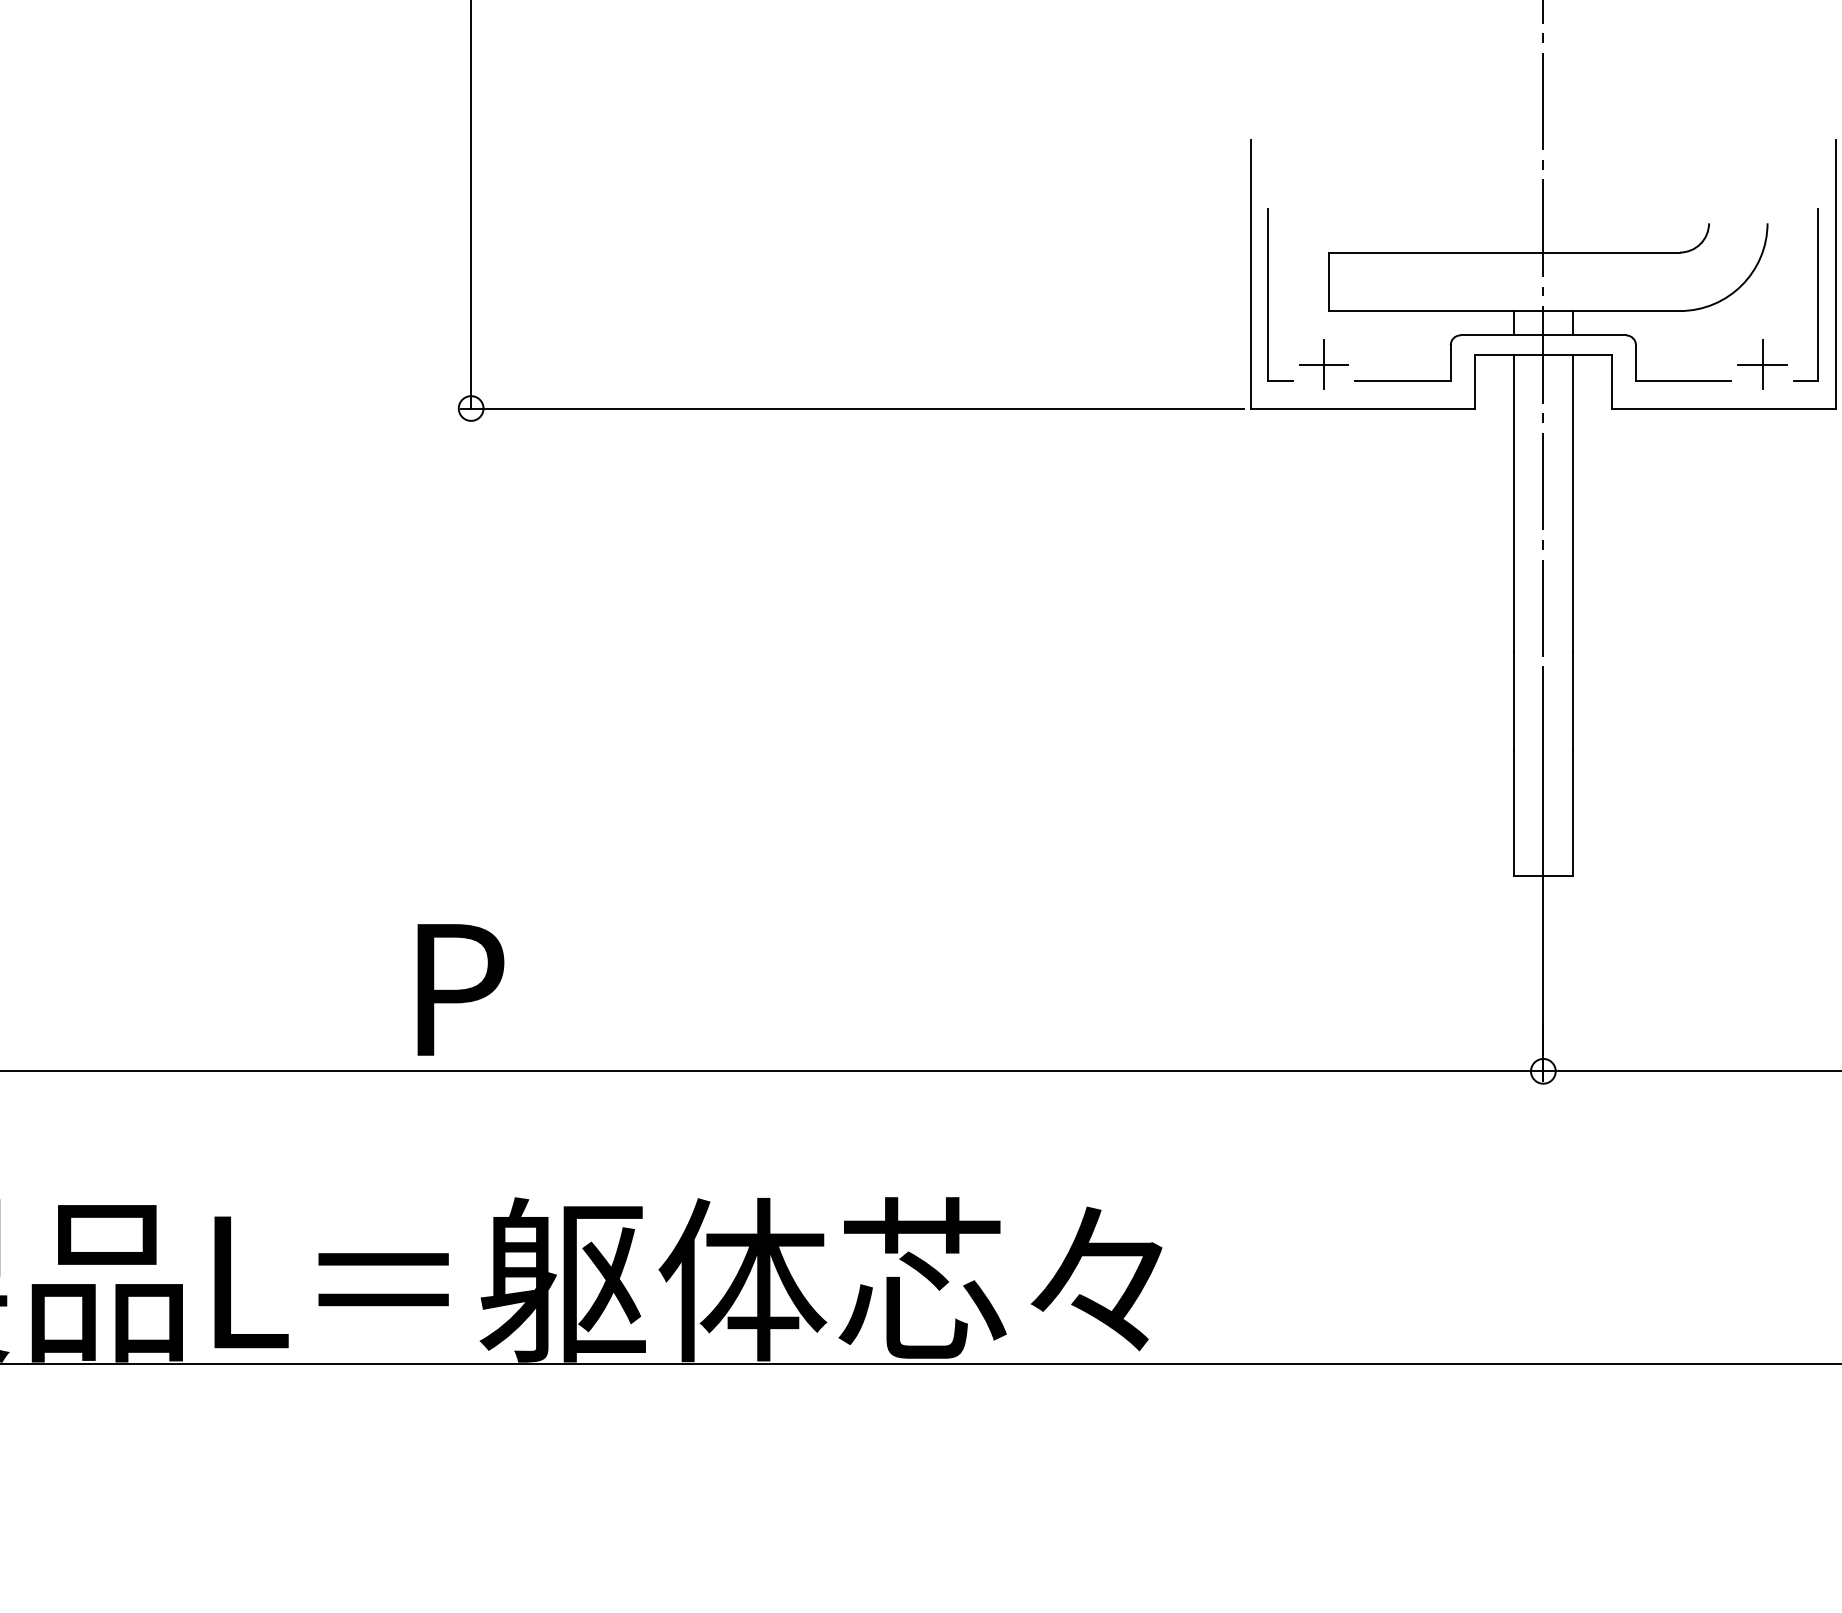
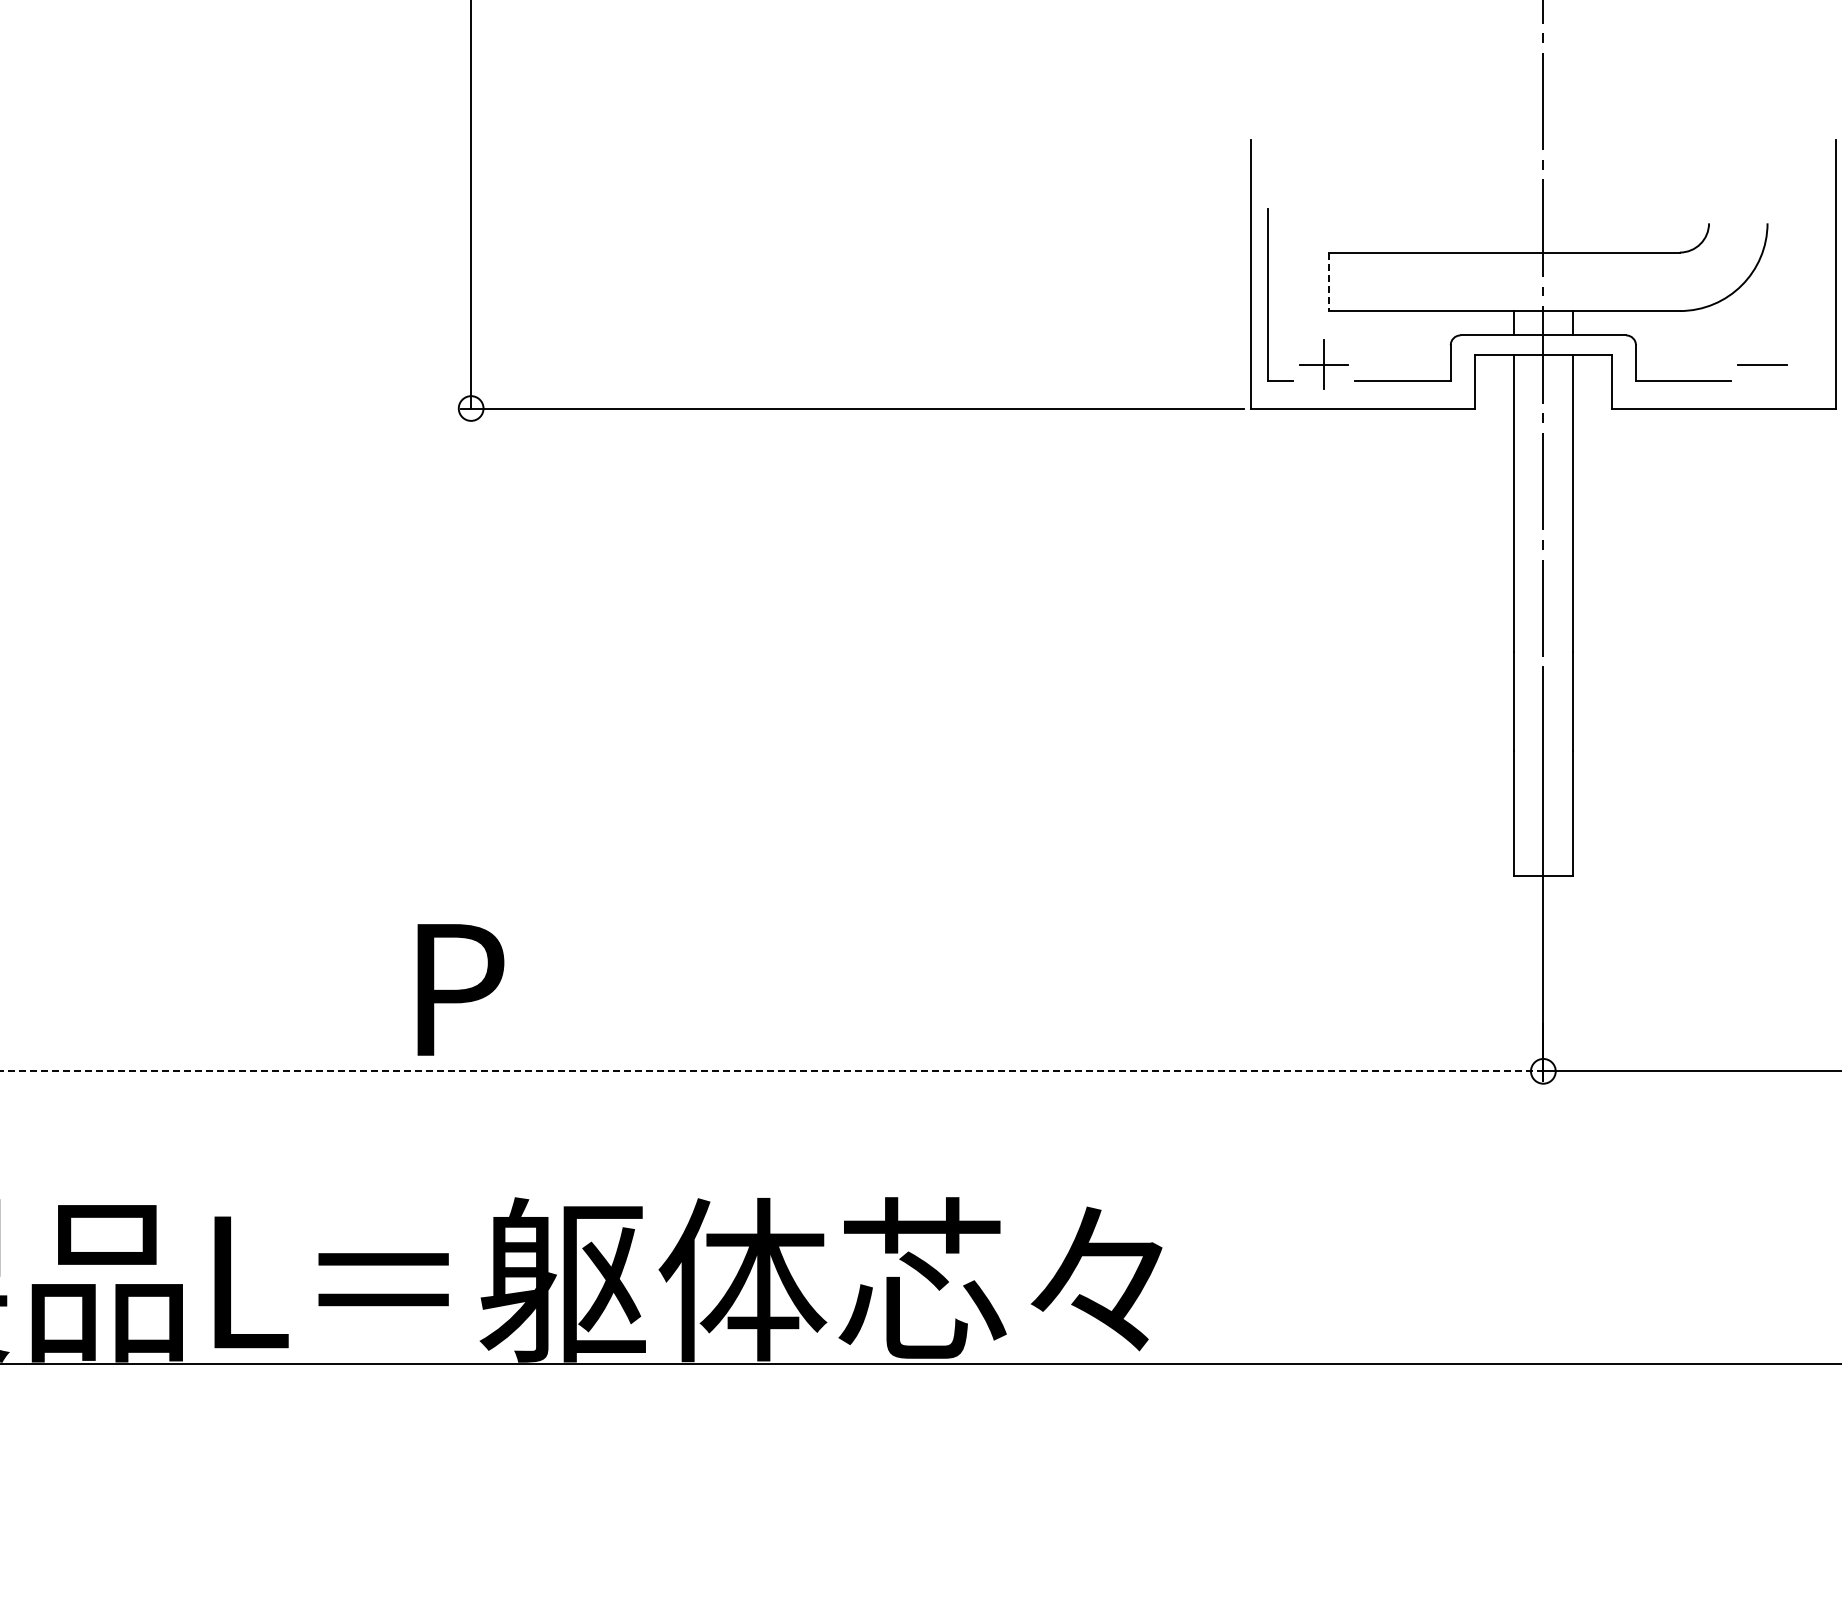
line at (1328, 282): solid -> dashed
part at (1817, 294): present -> none
line at (1762, 364): present -> none
line at (772, 1071): solid -> dashed
